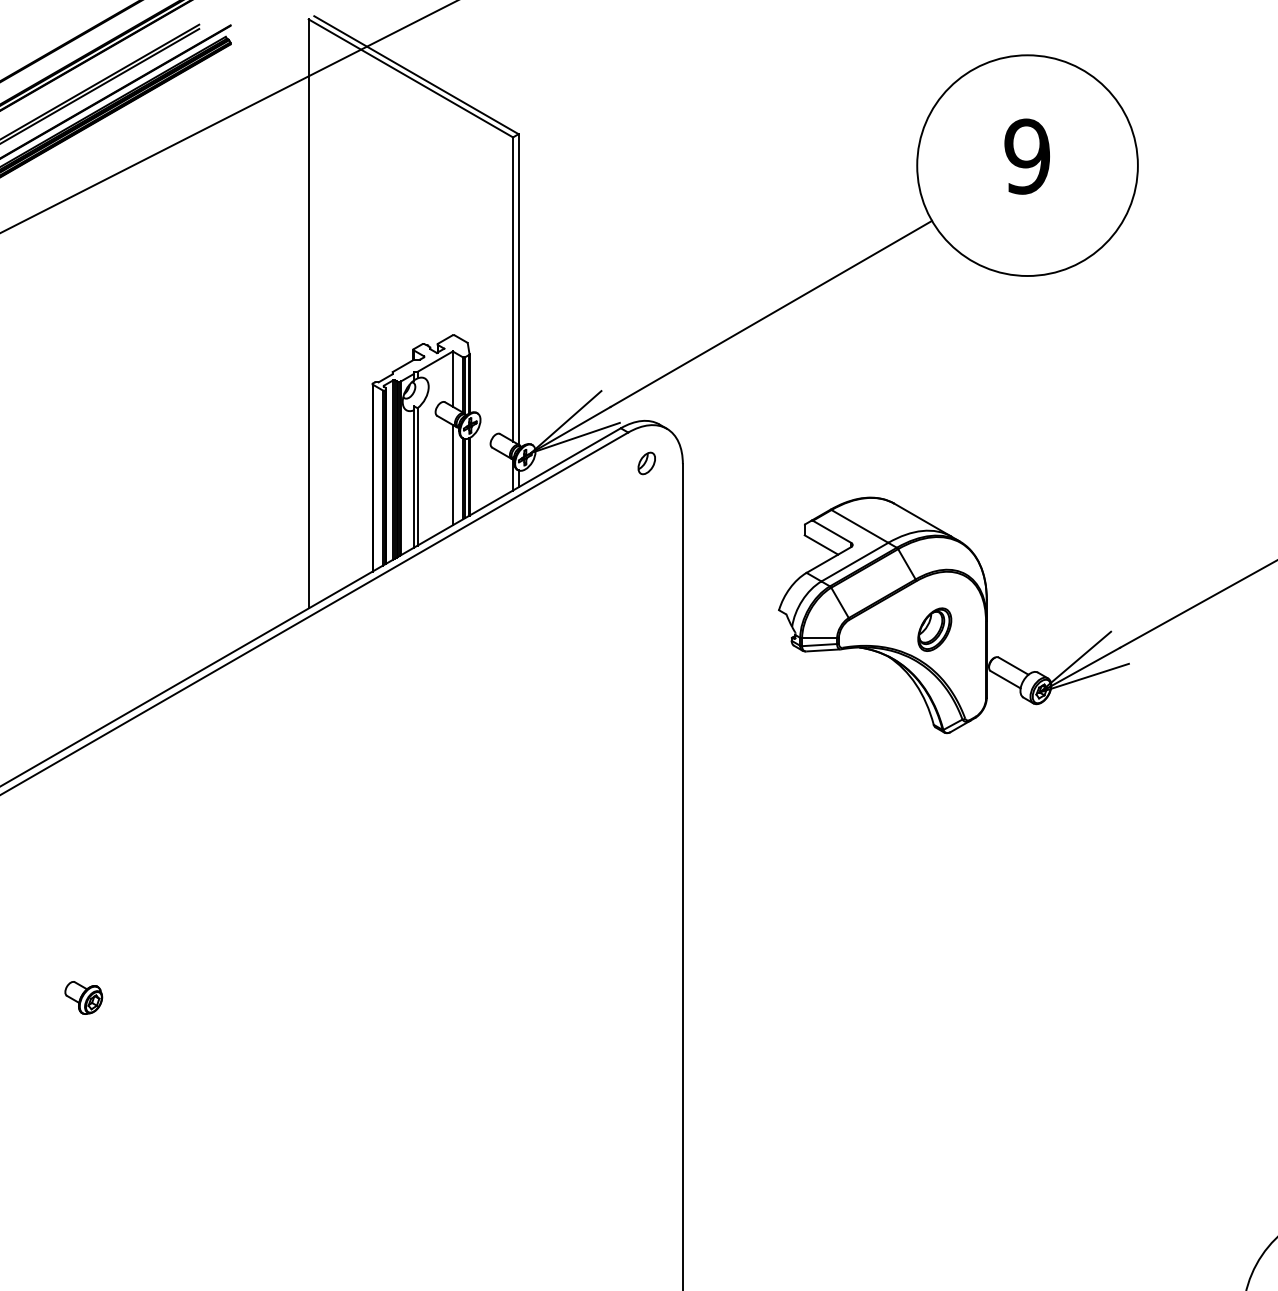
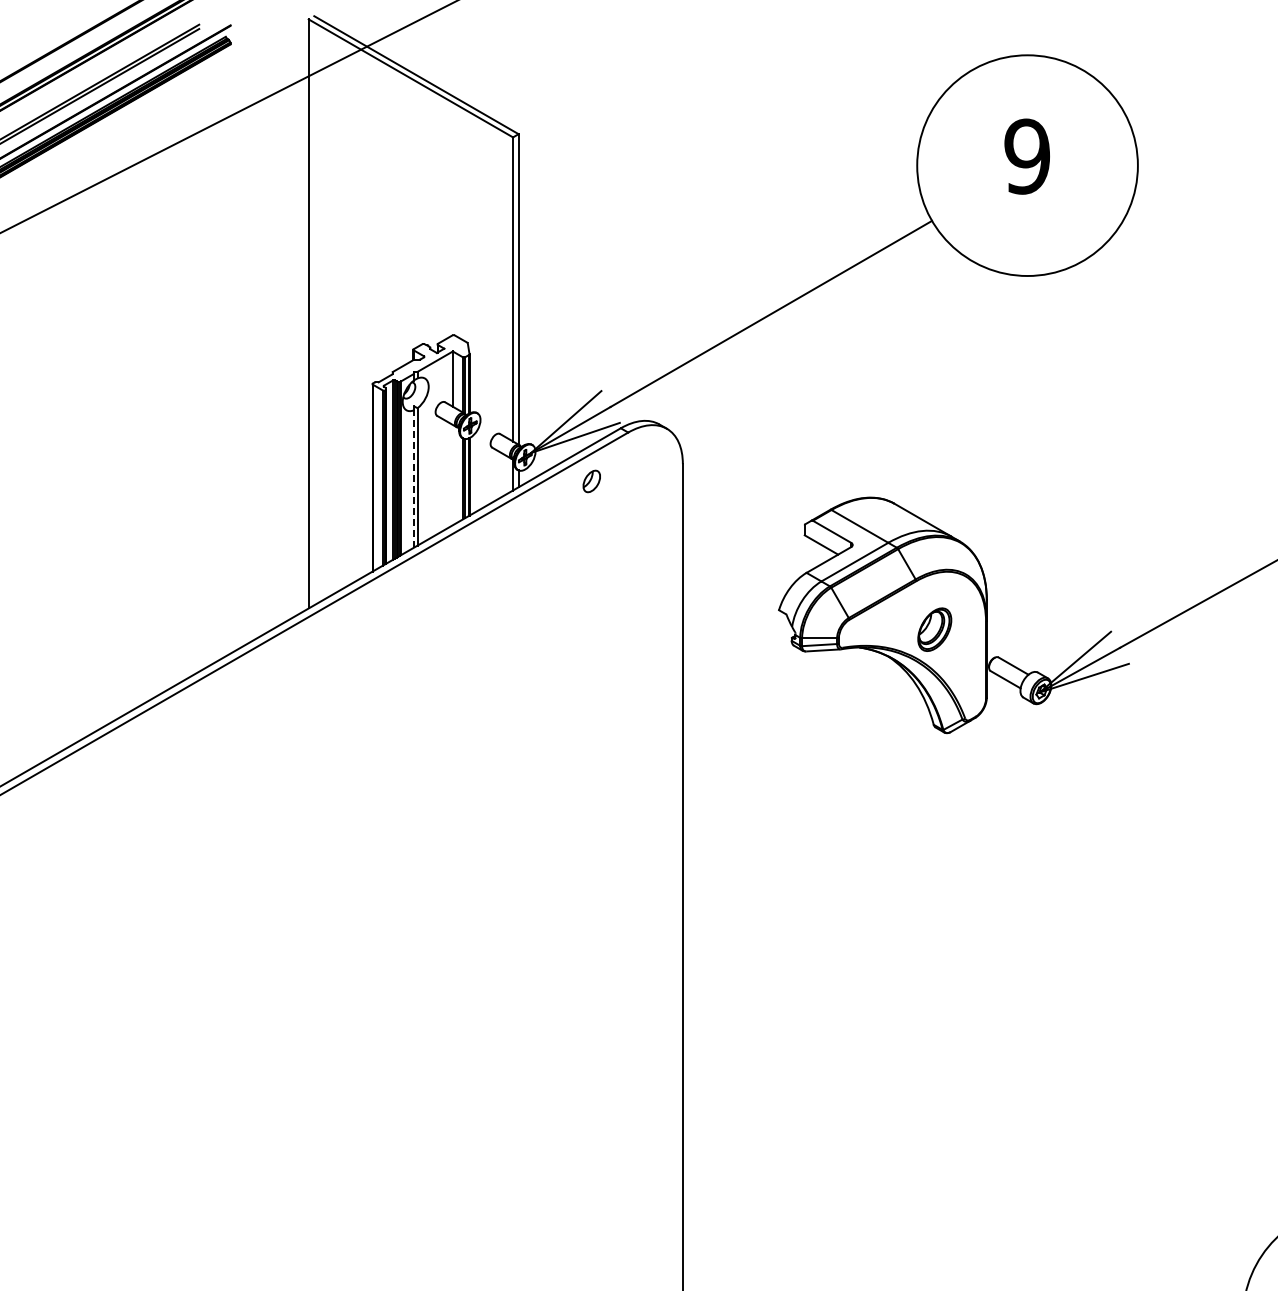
part at (646, 463) position: (646, 463) -> (591, 481)
line at (452, 474): present -> none
line at (413, 479): solid -> dashed
part at (83, 997): present -> none
